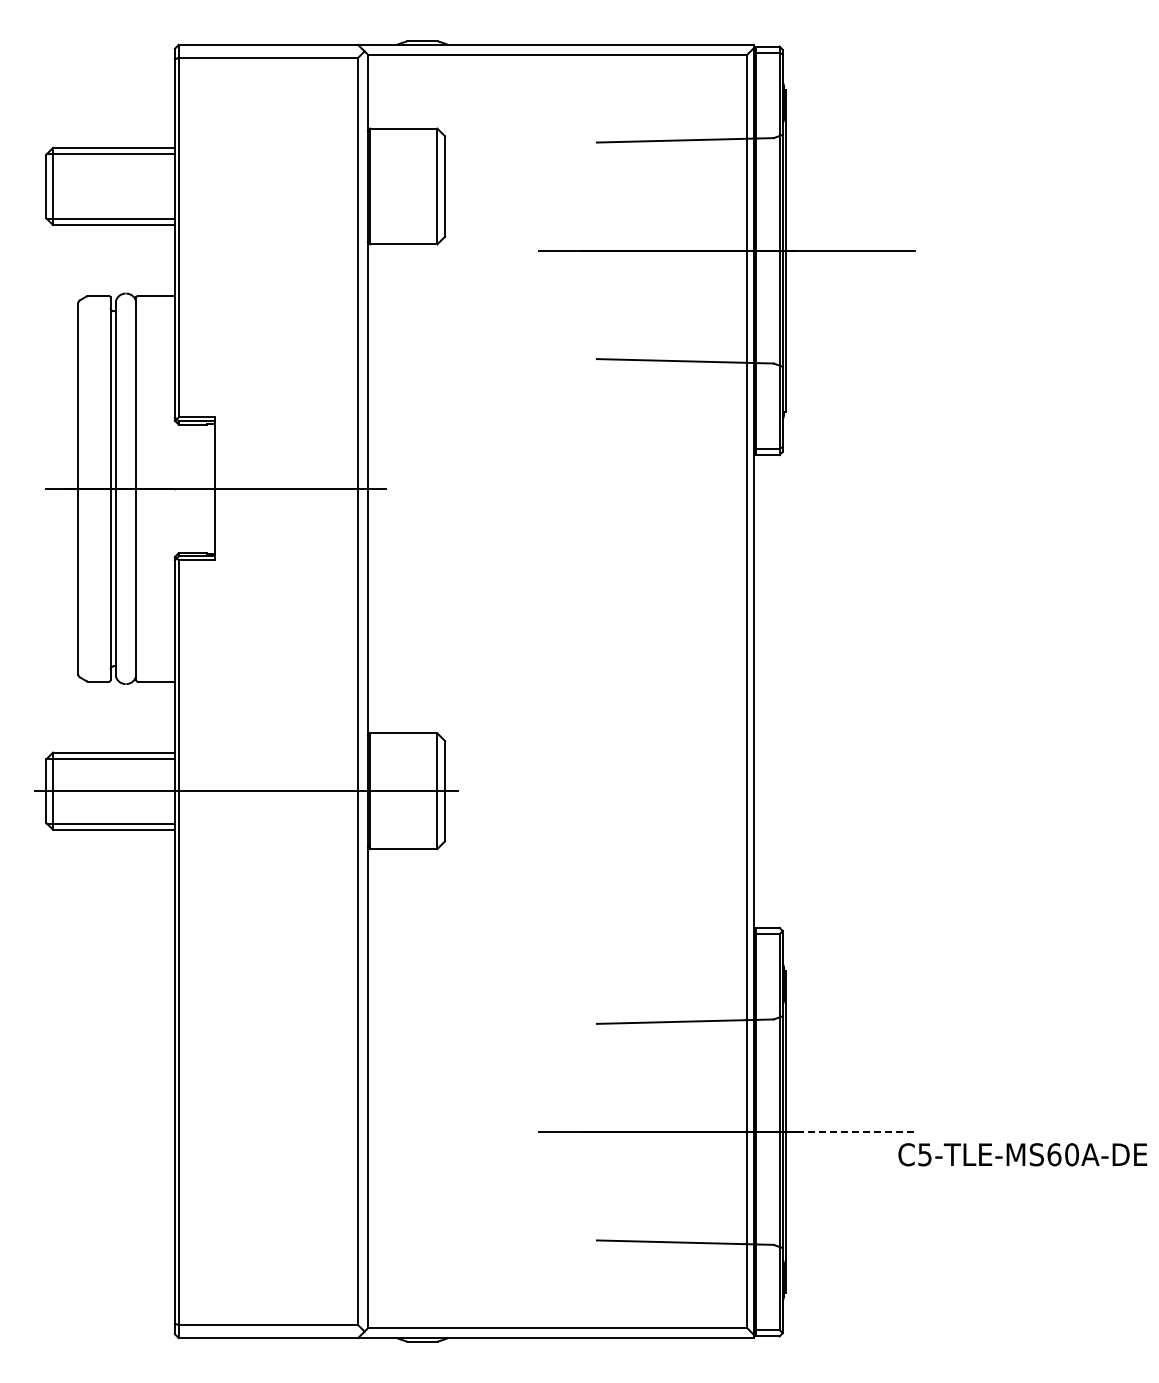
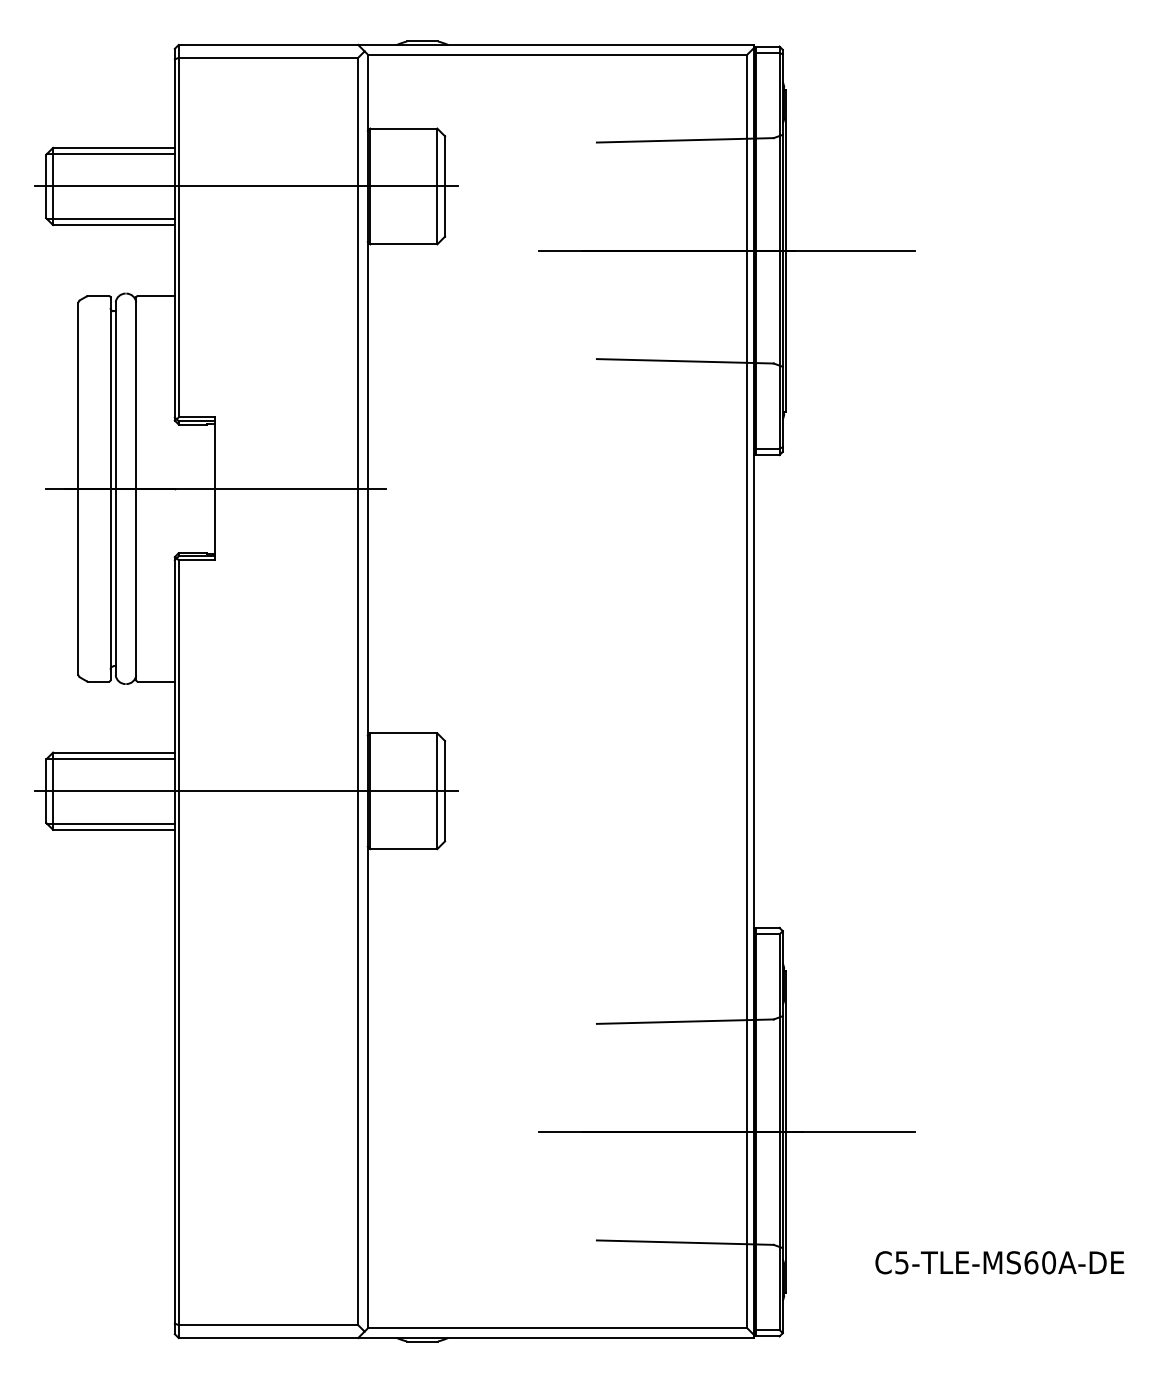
line at (245, 186): none -> present
line at (850, 1132): dashed -> solid
text at (1022, 1154) position: (1022, 1154) -> (999, 1262)
